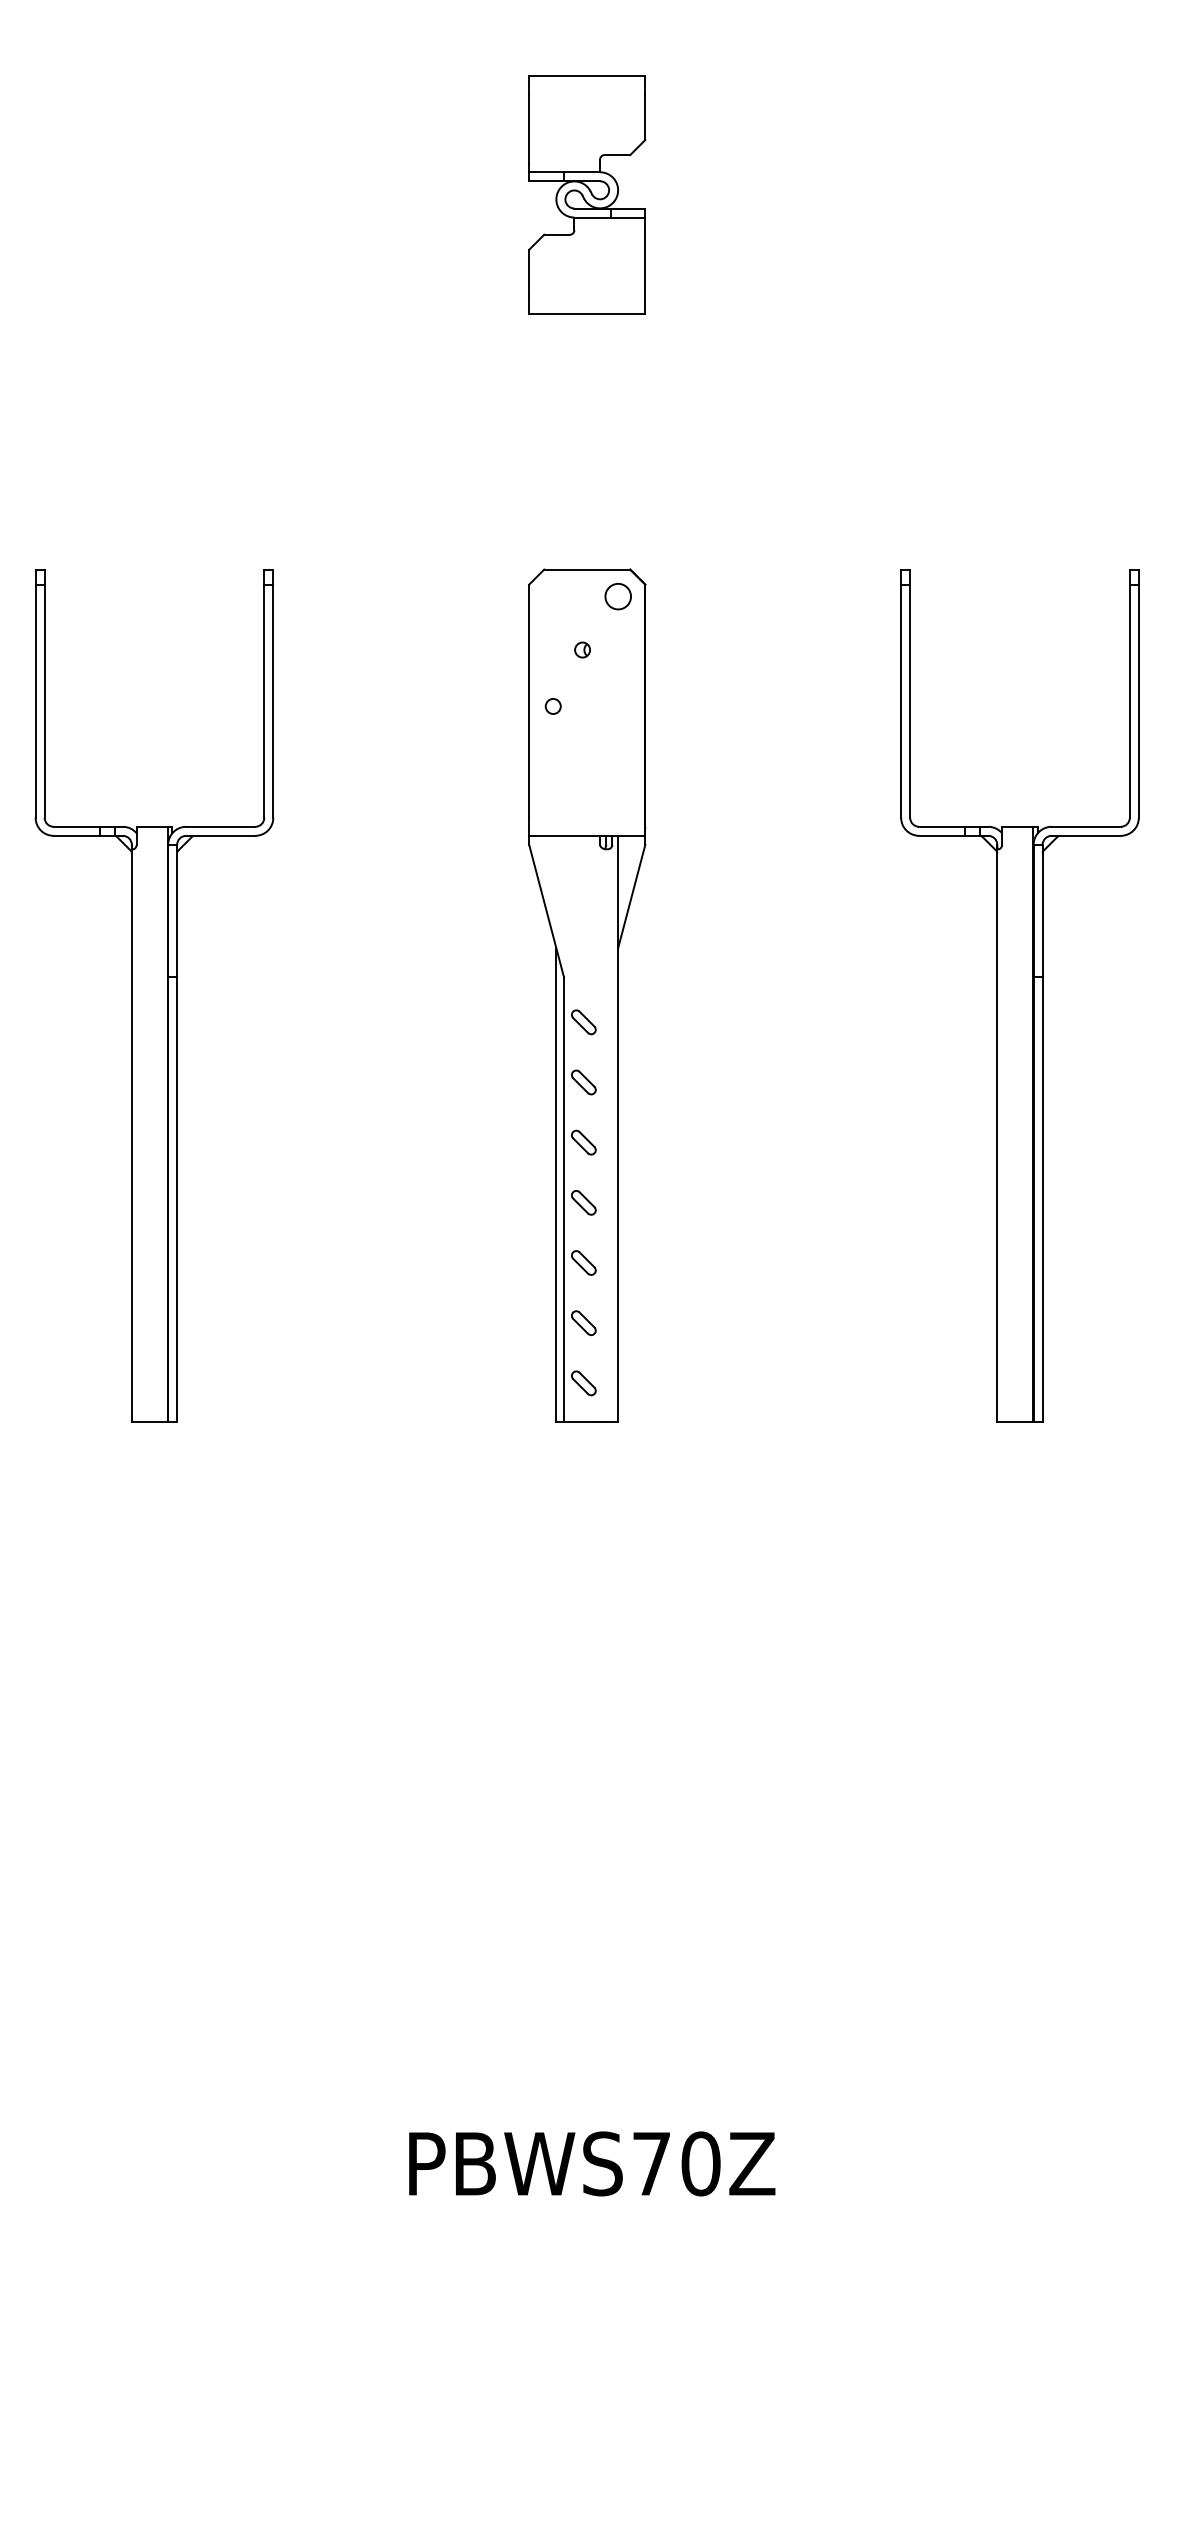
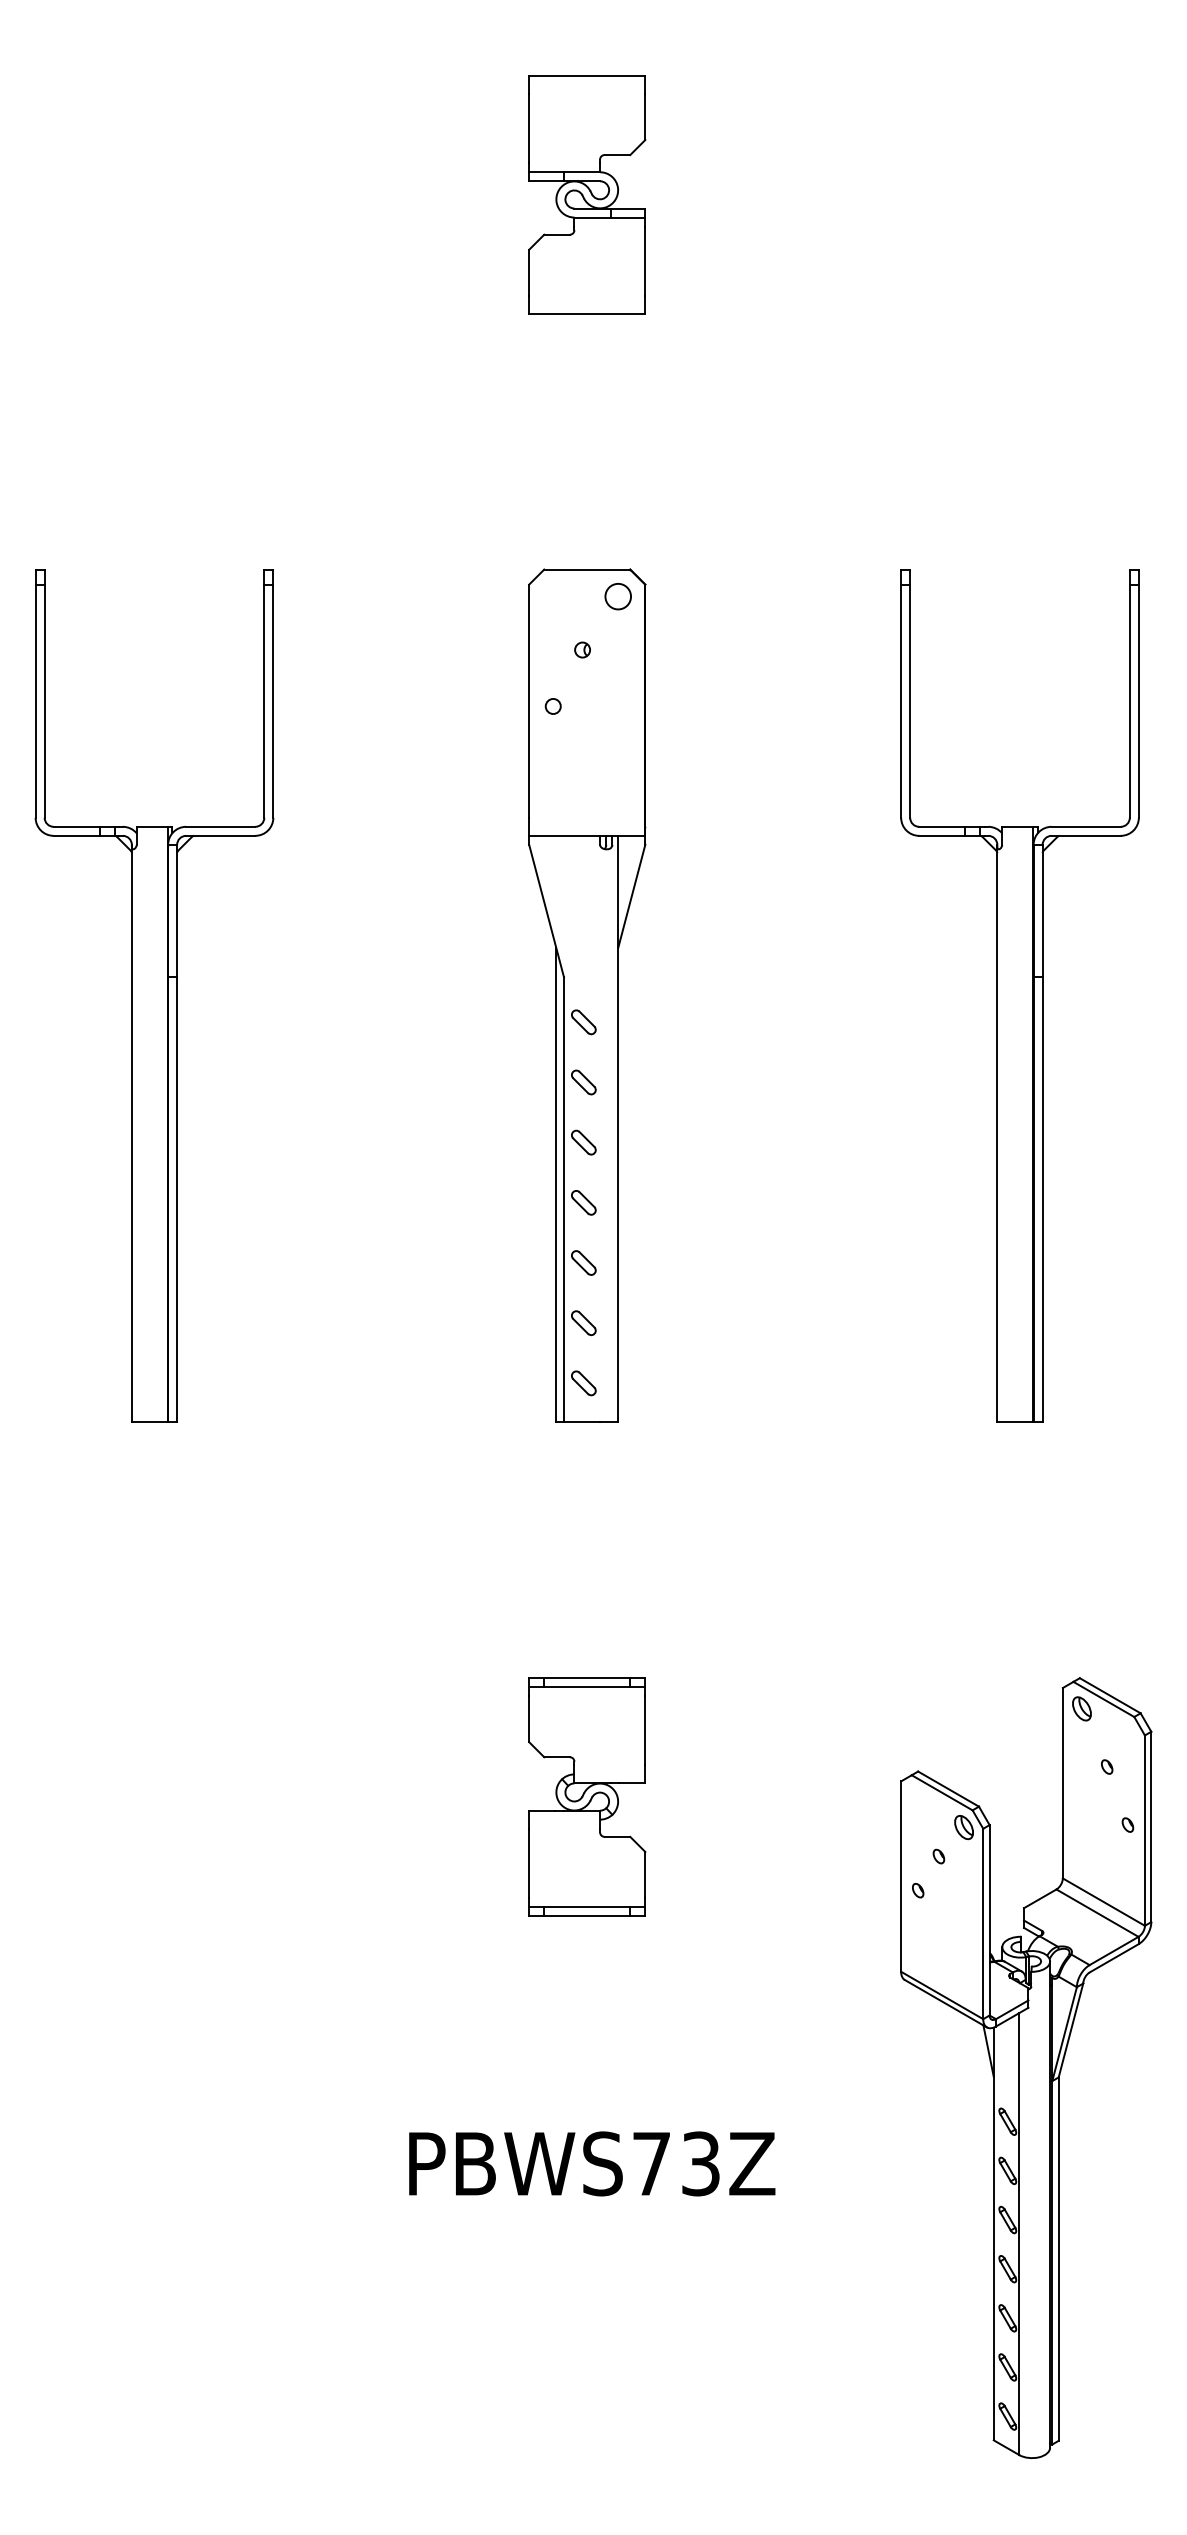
part at (587, 1796): none -> present
part at (1026, 2067): none -> present
text at (700, 2163): PBWS70Z -> PBWS73Z
